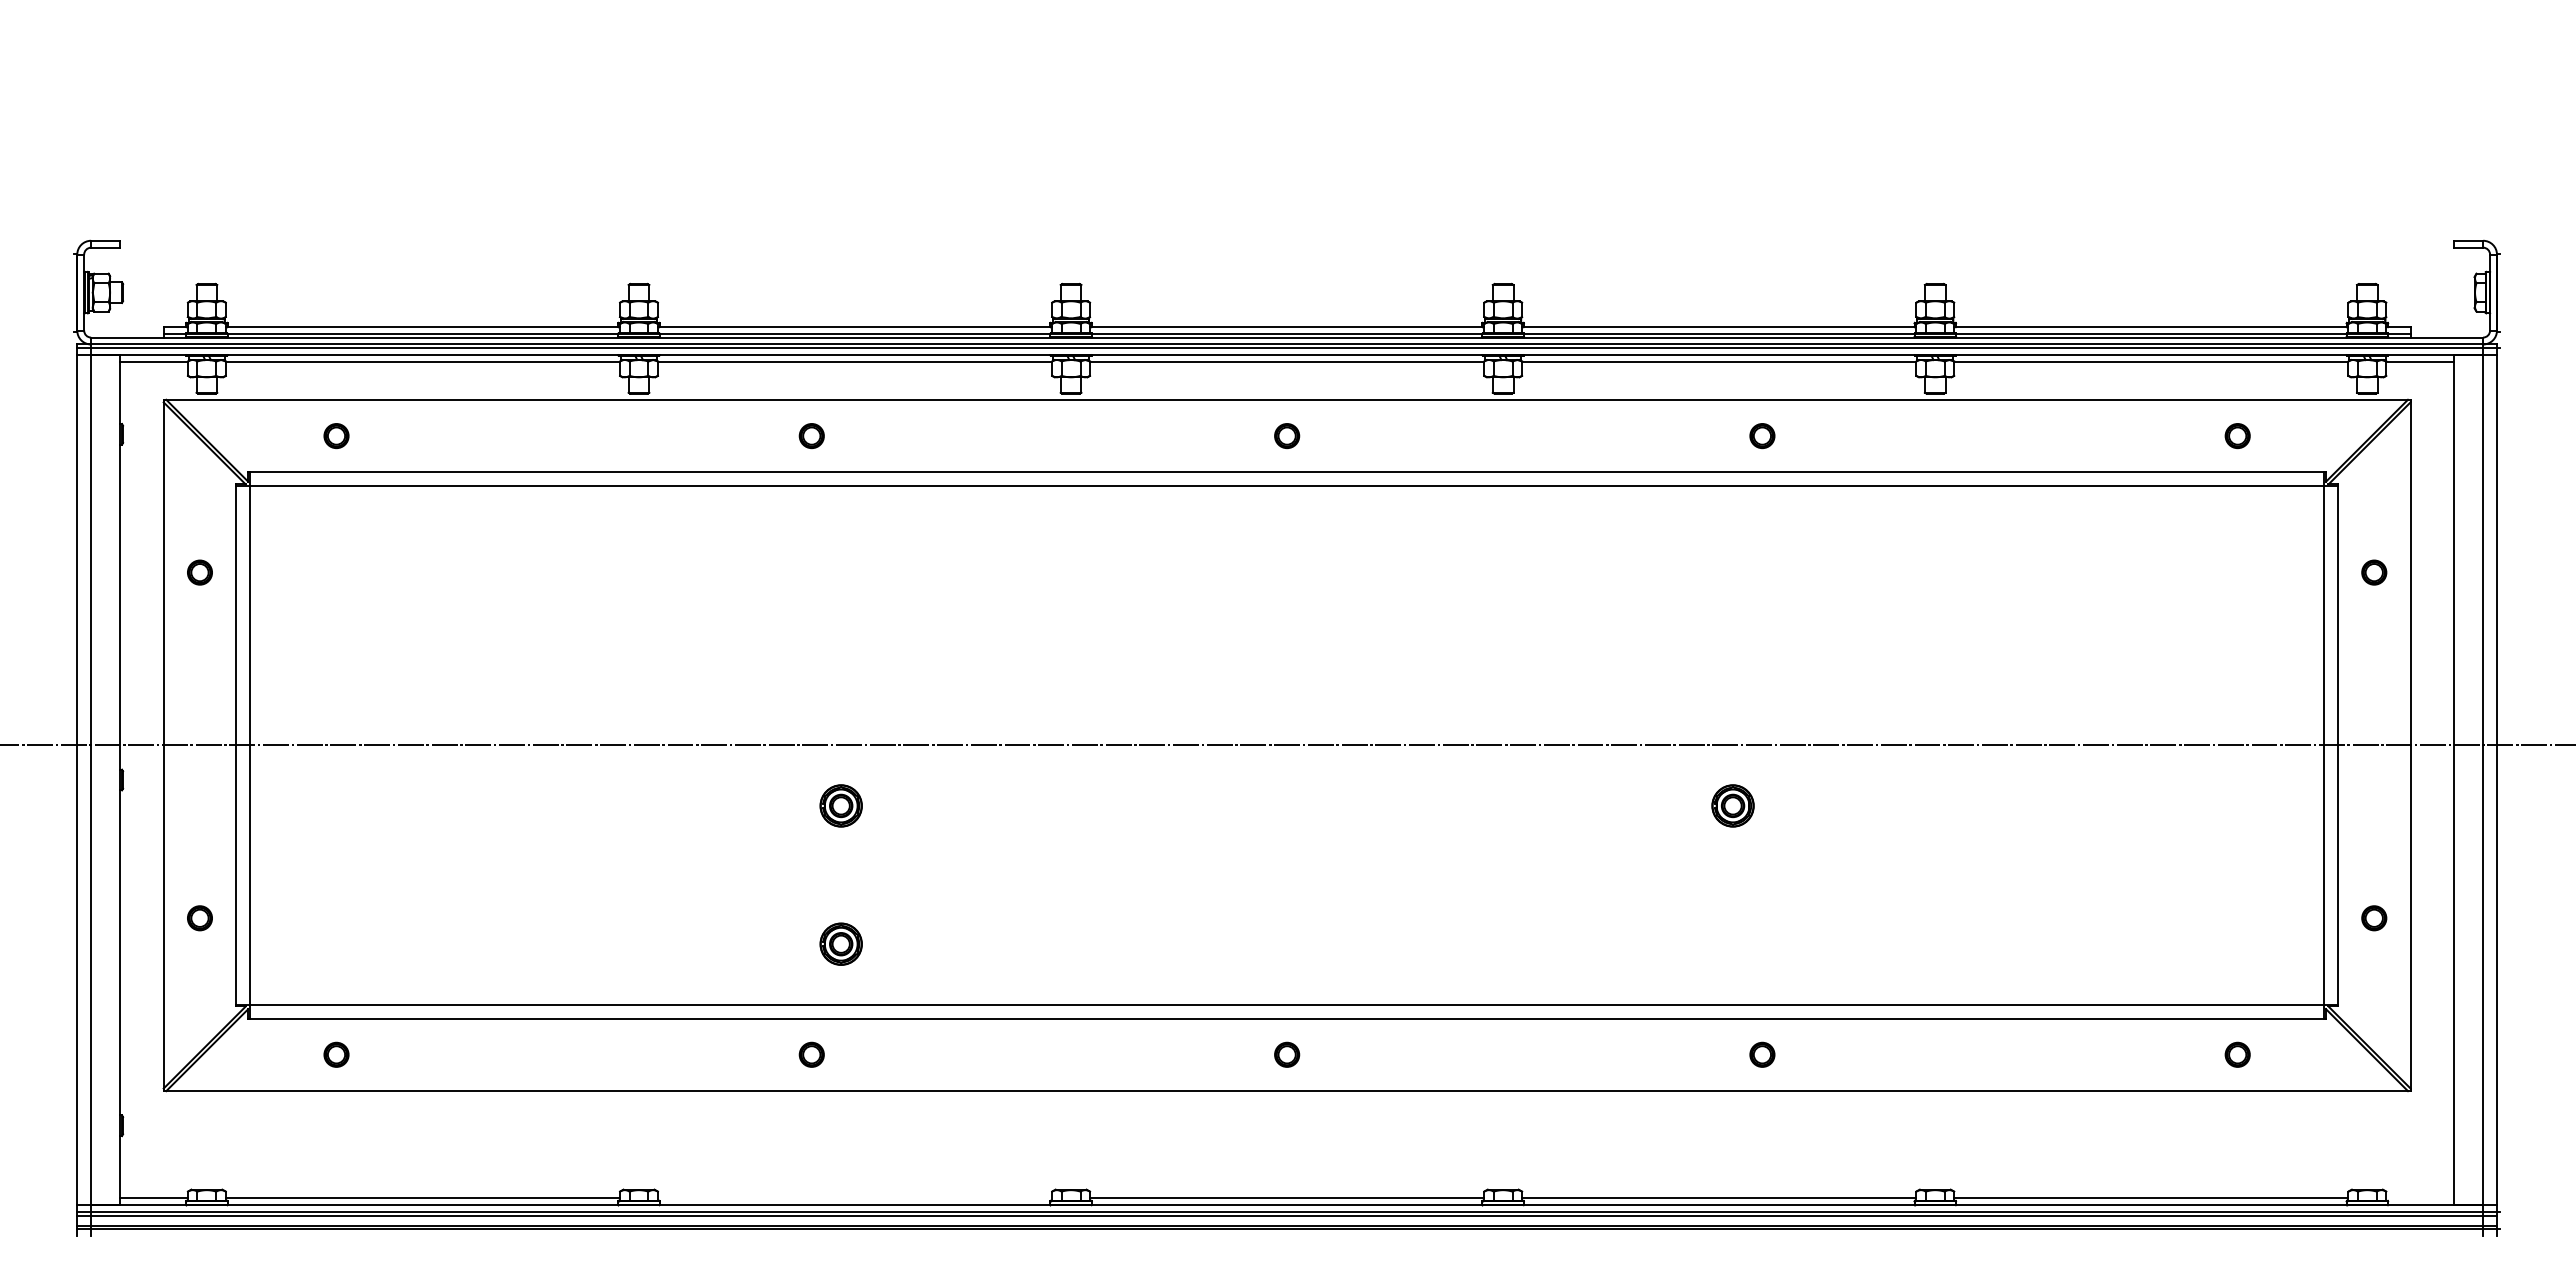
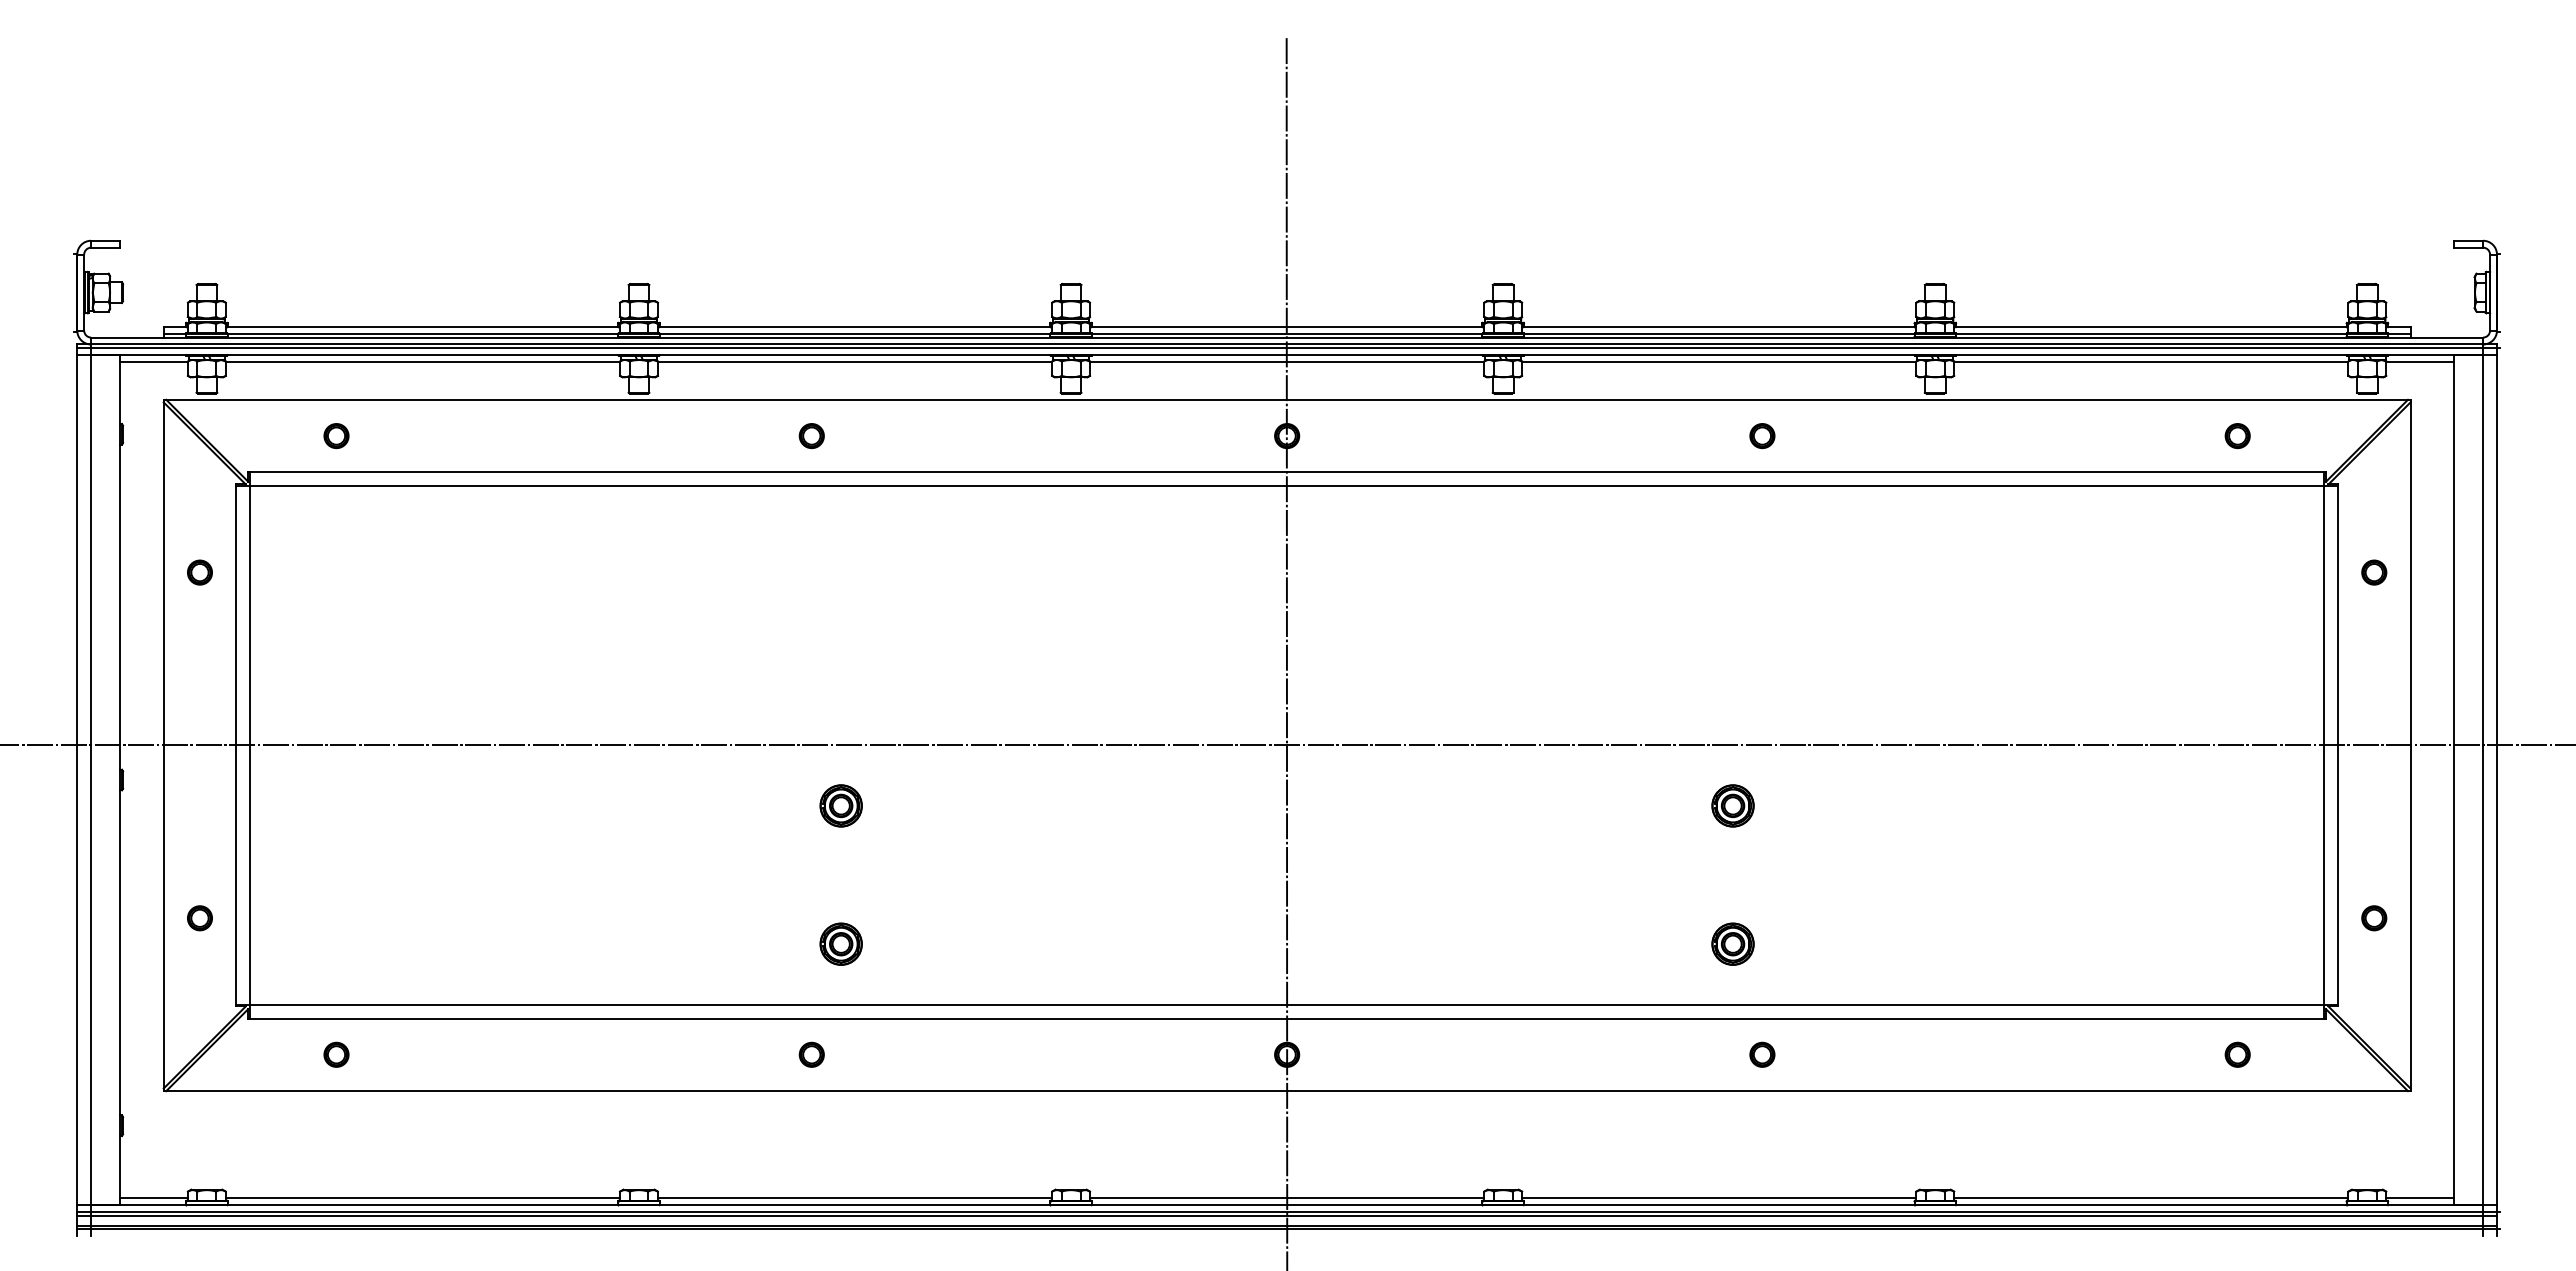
line at (1286, 652): none -> present
part at (1732, 943): none -> present
line at (854, 1198): none -> present
line at (2419, 1198): none -> present
